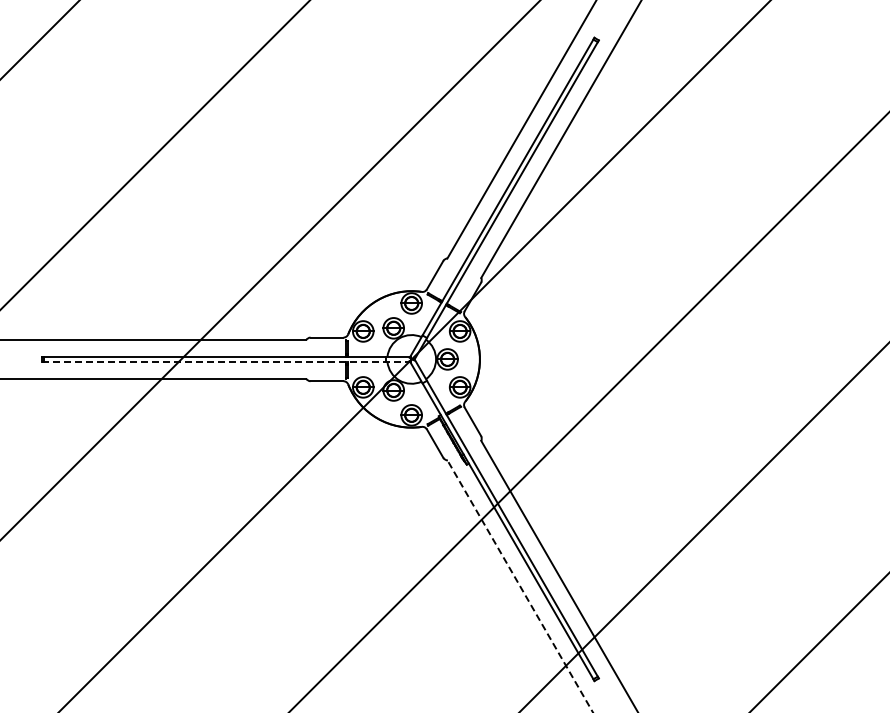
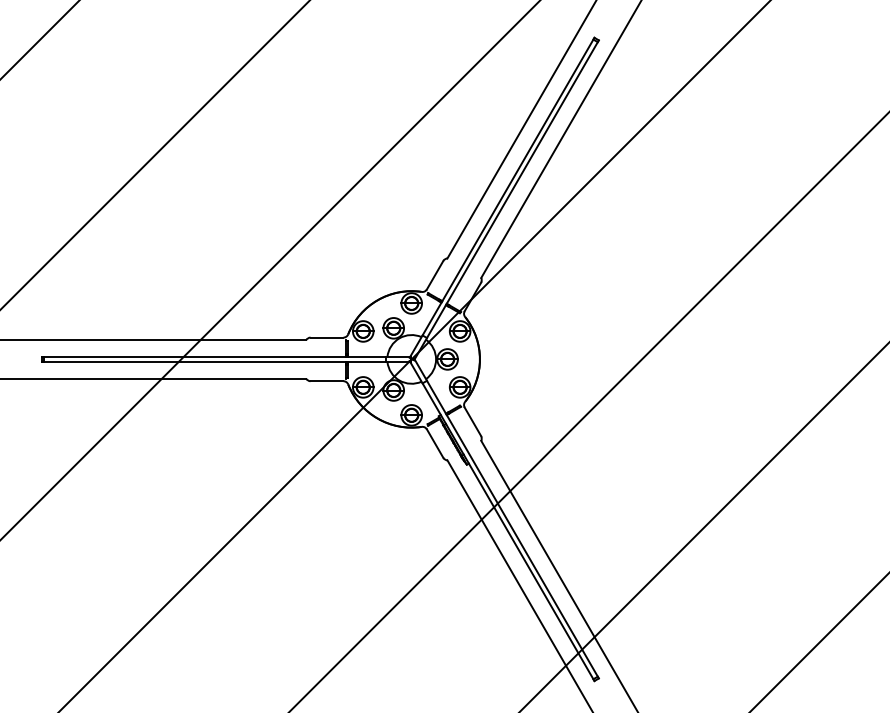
line at (226, 361): dashed -> solid
line at (520, 586): dashed -> solid
